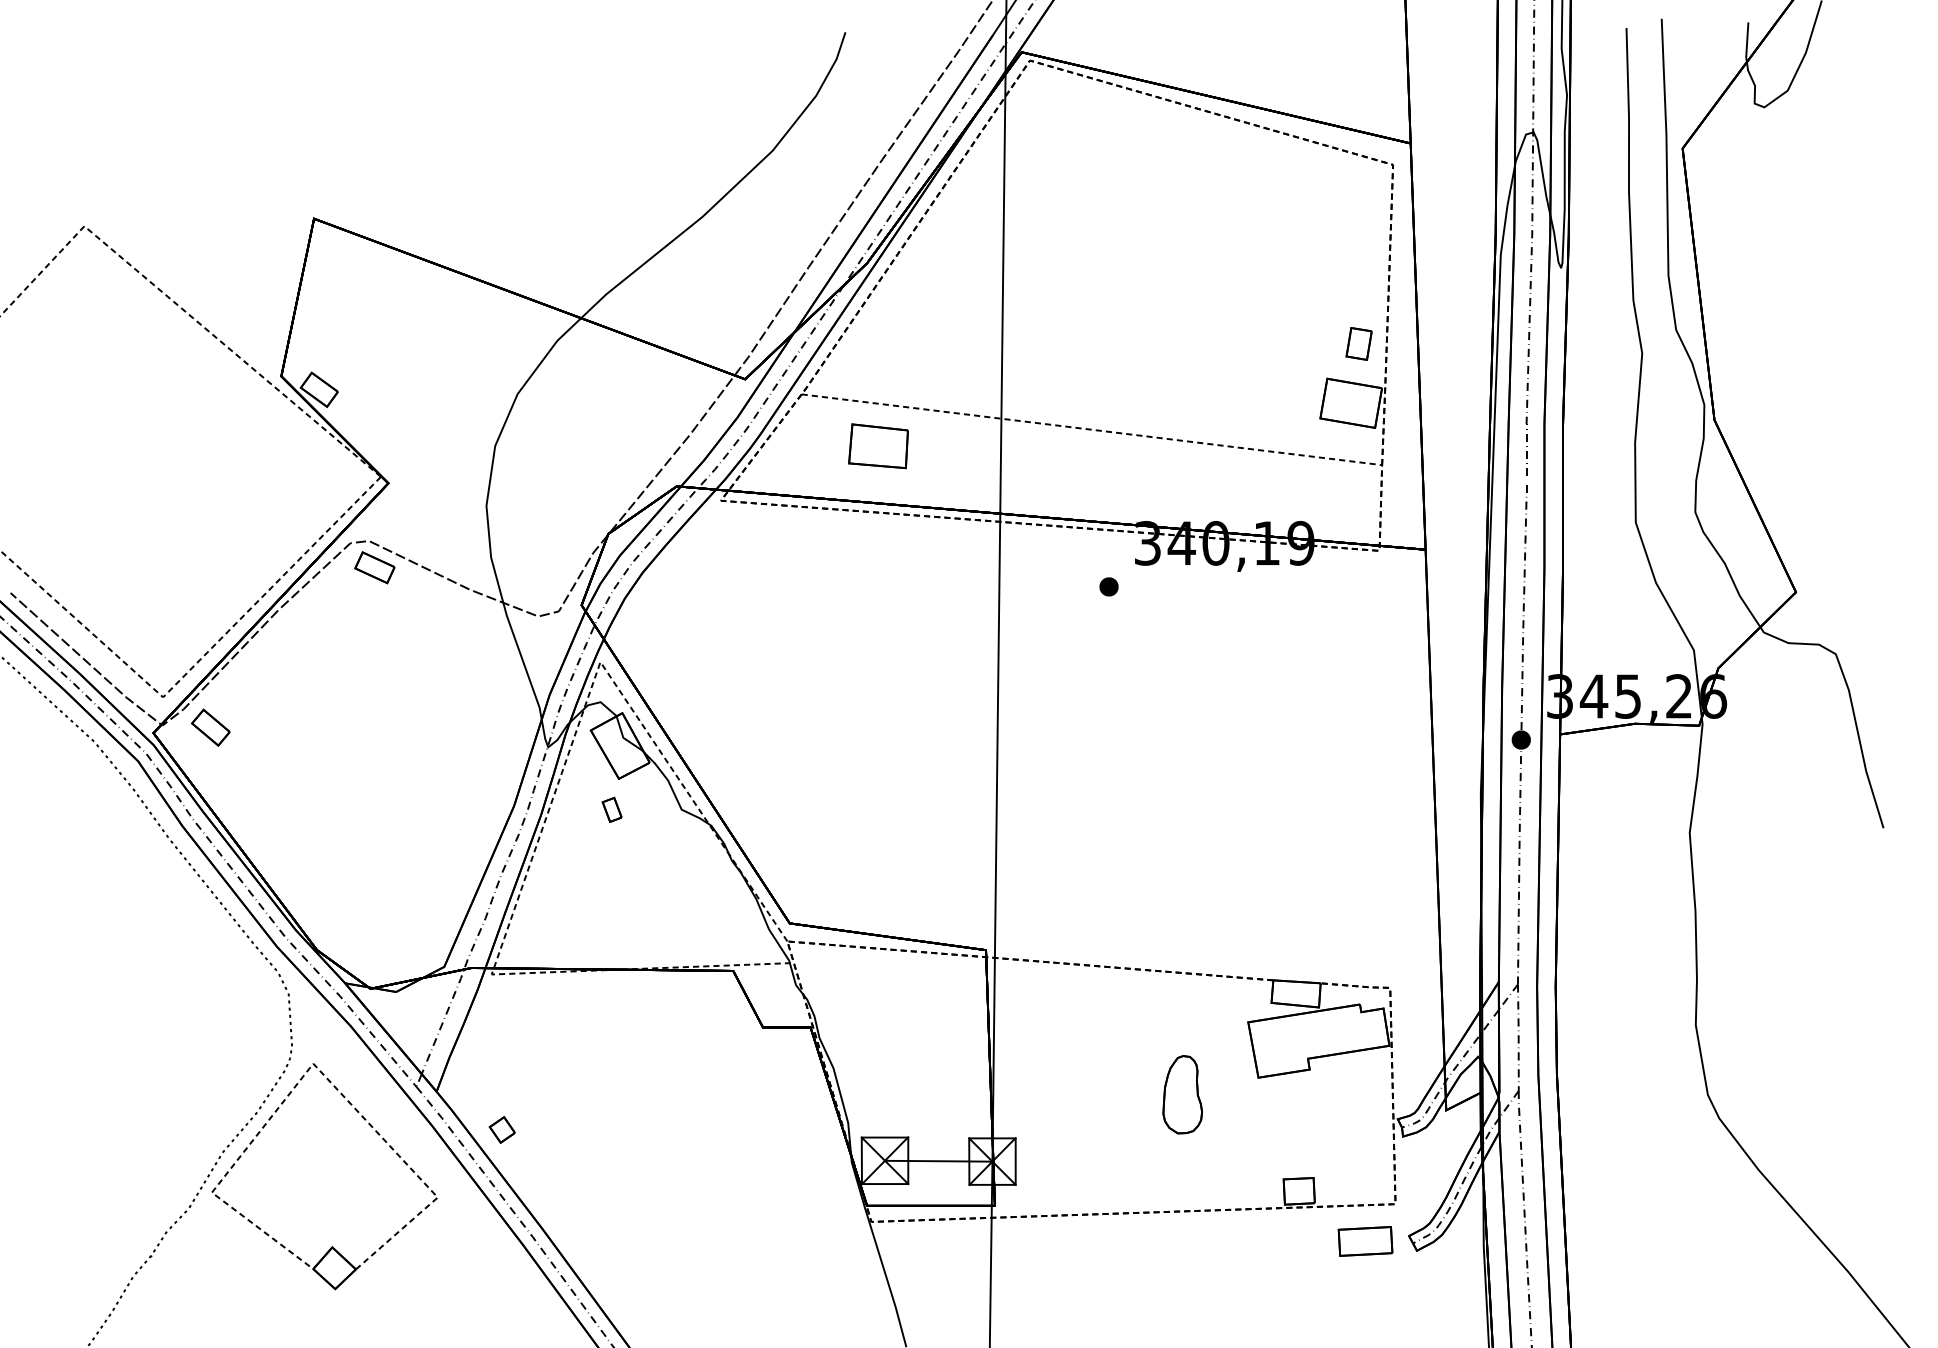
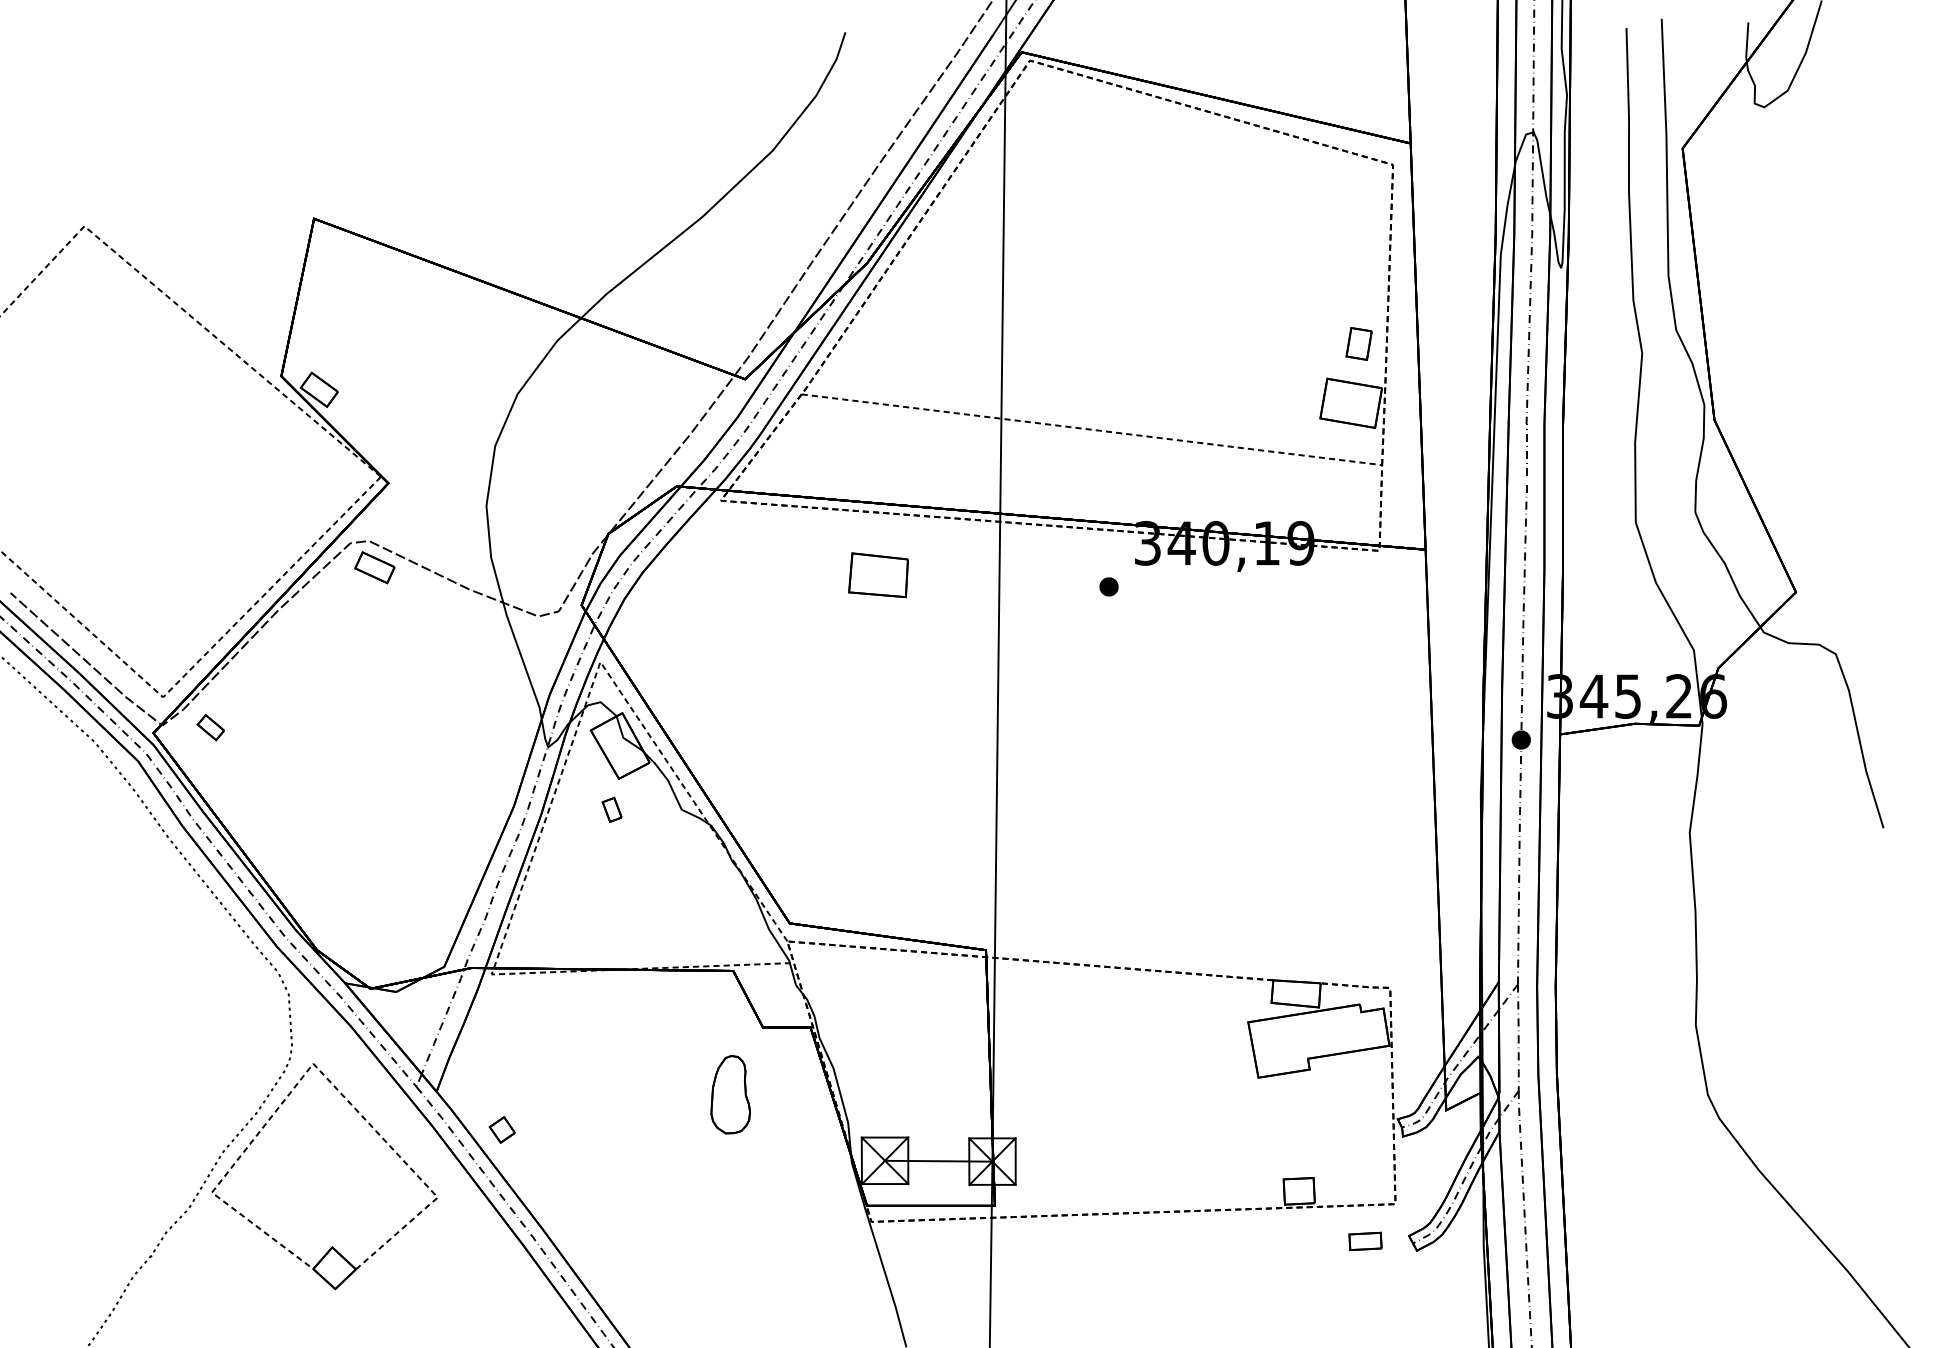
part at (878, 446) position: (878, 446) -> (878, 575)
part at (210, 727) size: 40x39 px -> 29x28 px
part at (1182, 1094) position: (1182, 1094) -> (730, 1094)
part at (1365, 1241) size: 57x31 px -> 35x21 px
